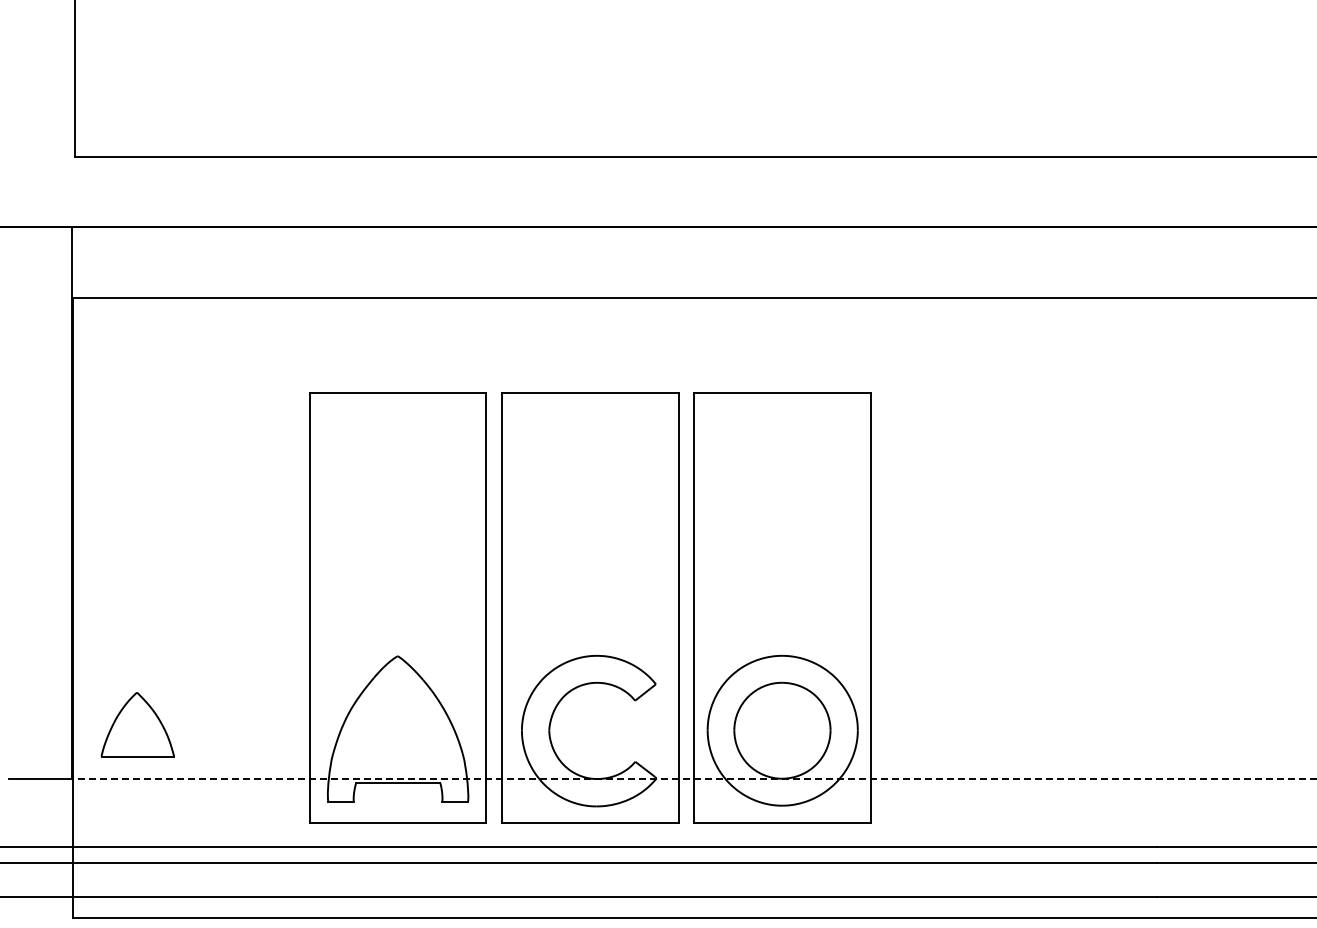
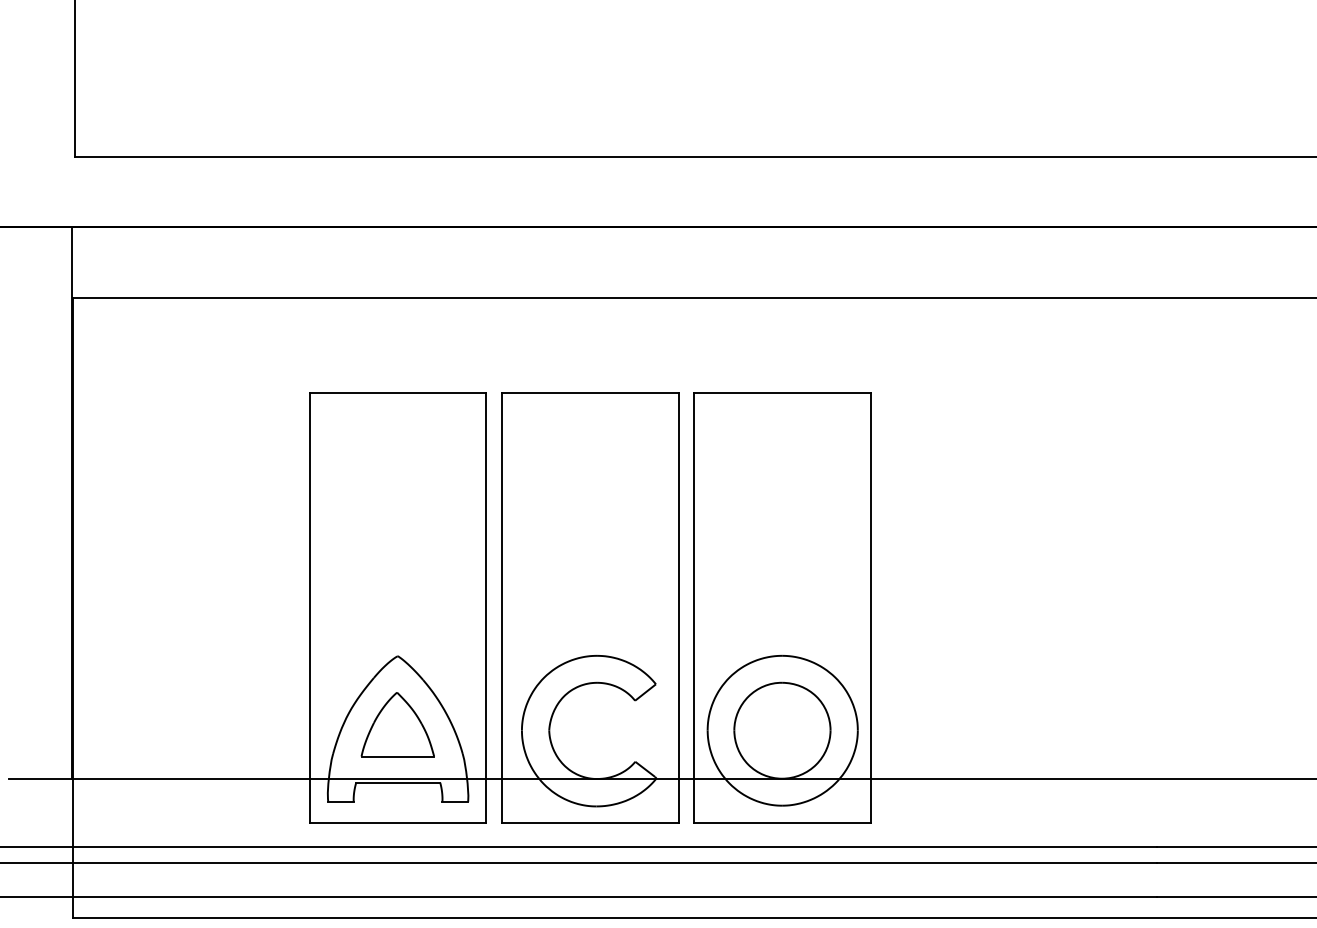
part at (137, 724) position: (137, 724) -> (397, 724)
line at (693, 778): dashed -> solid
